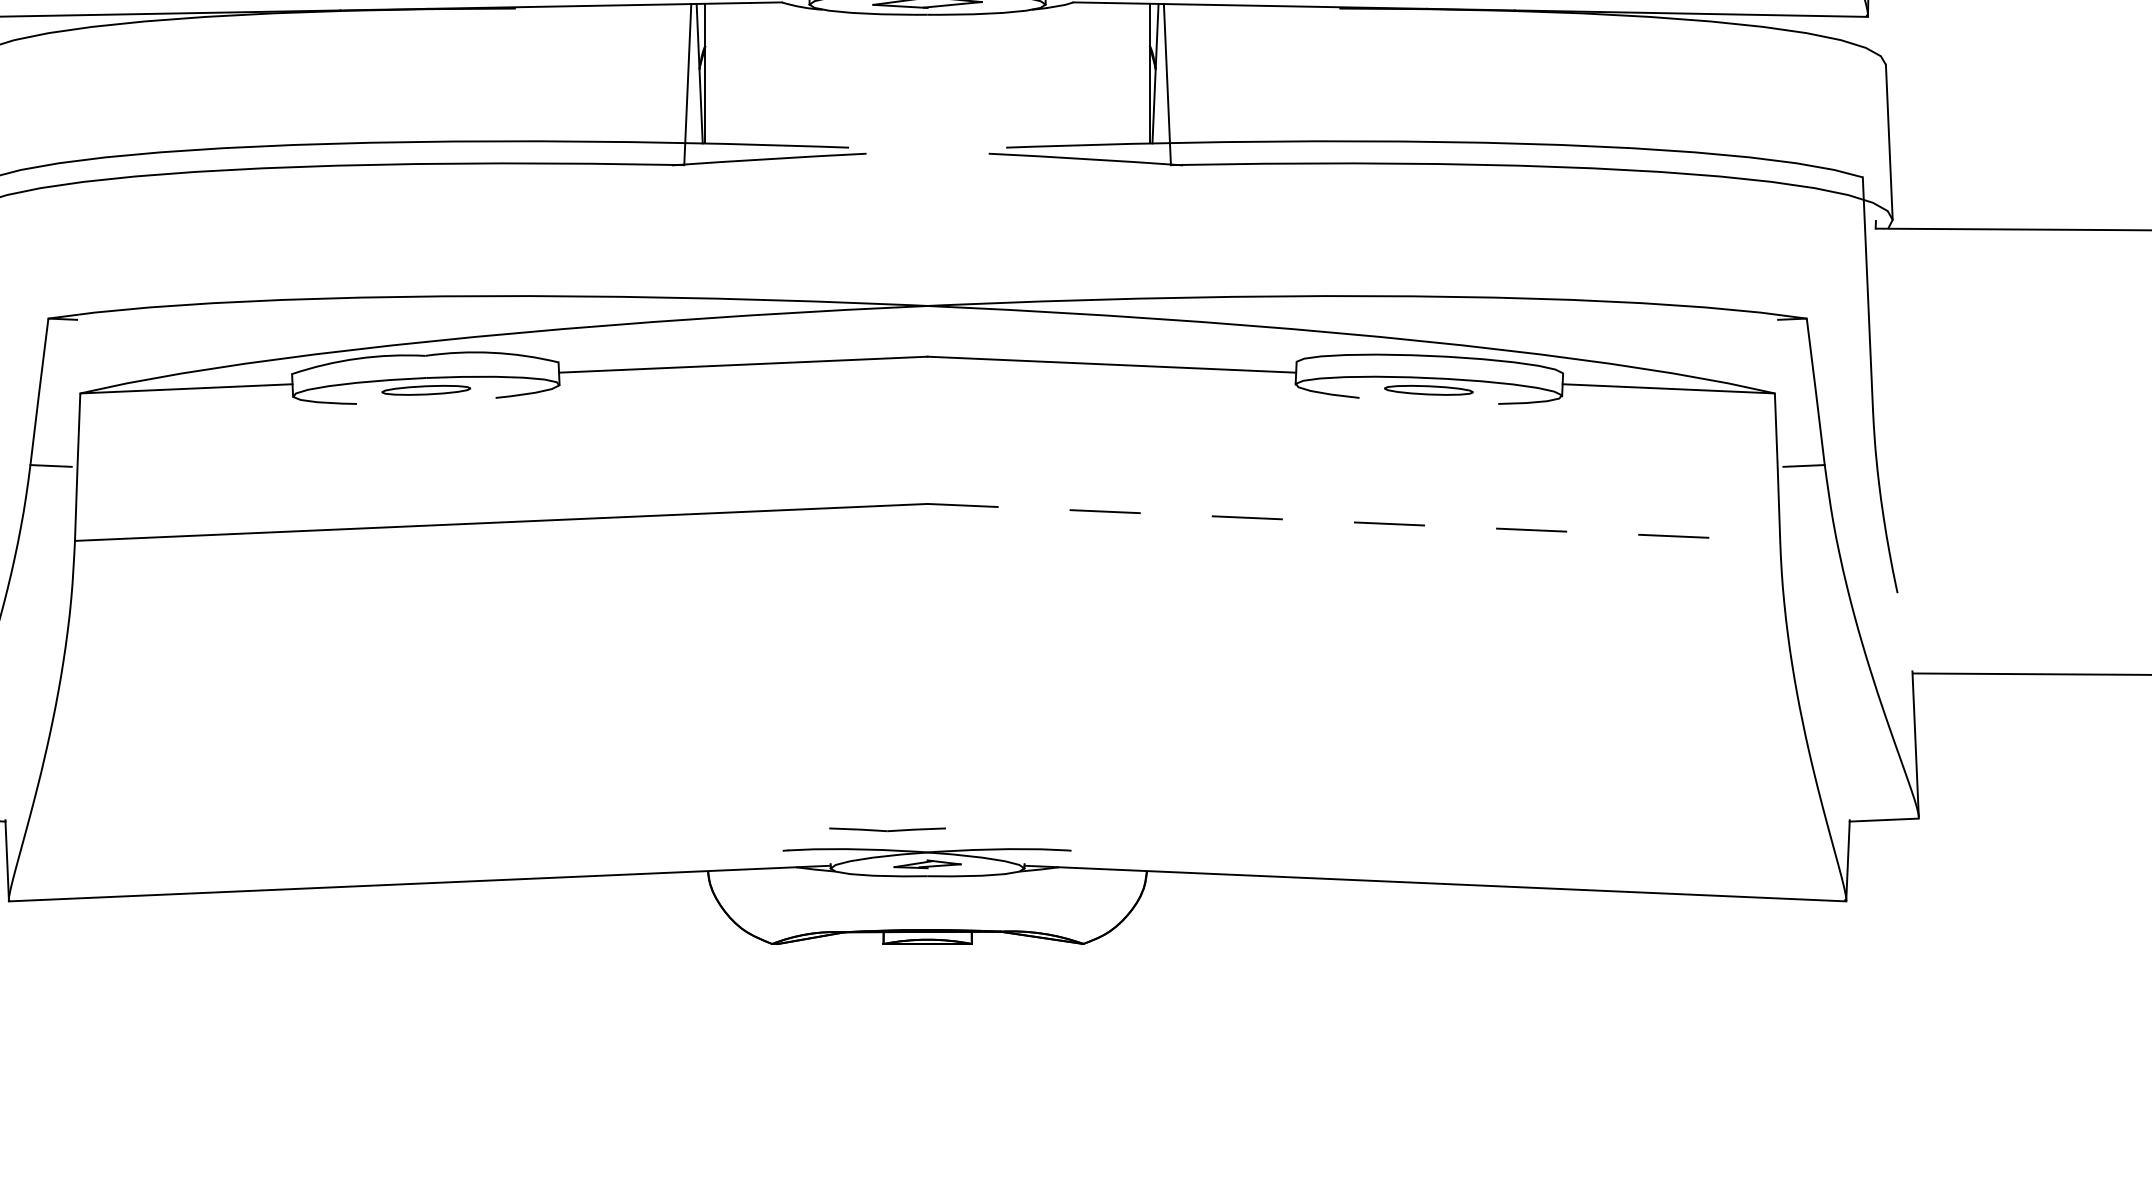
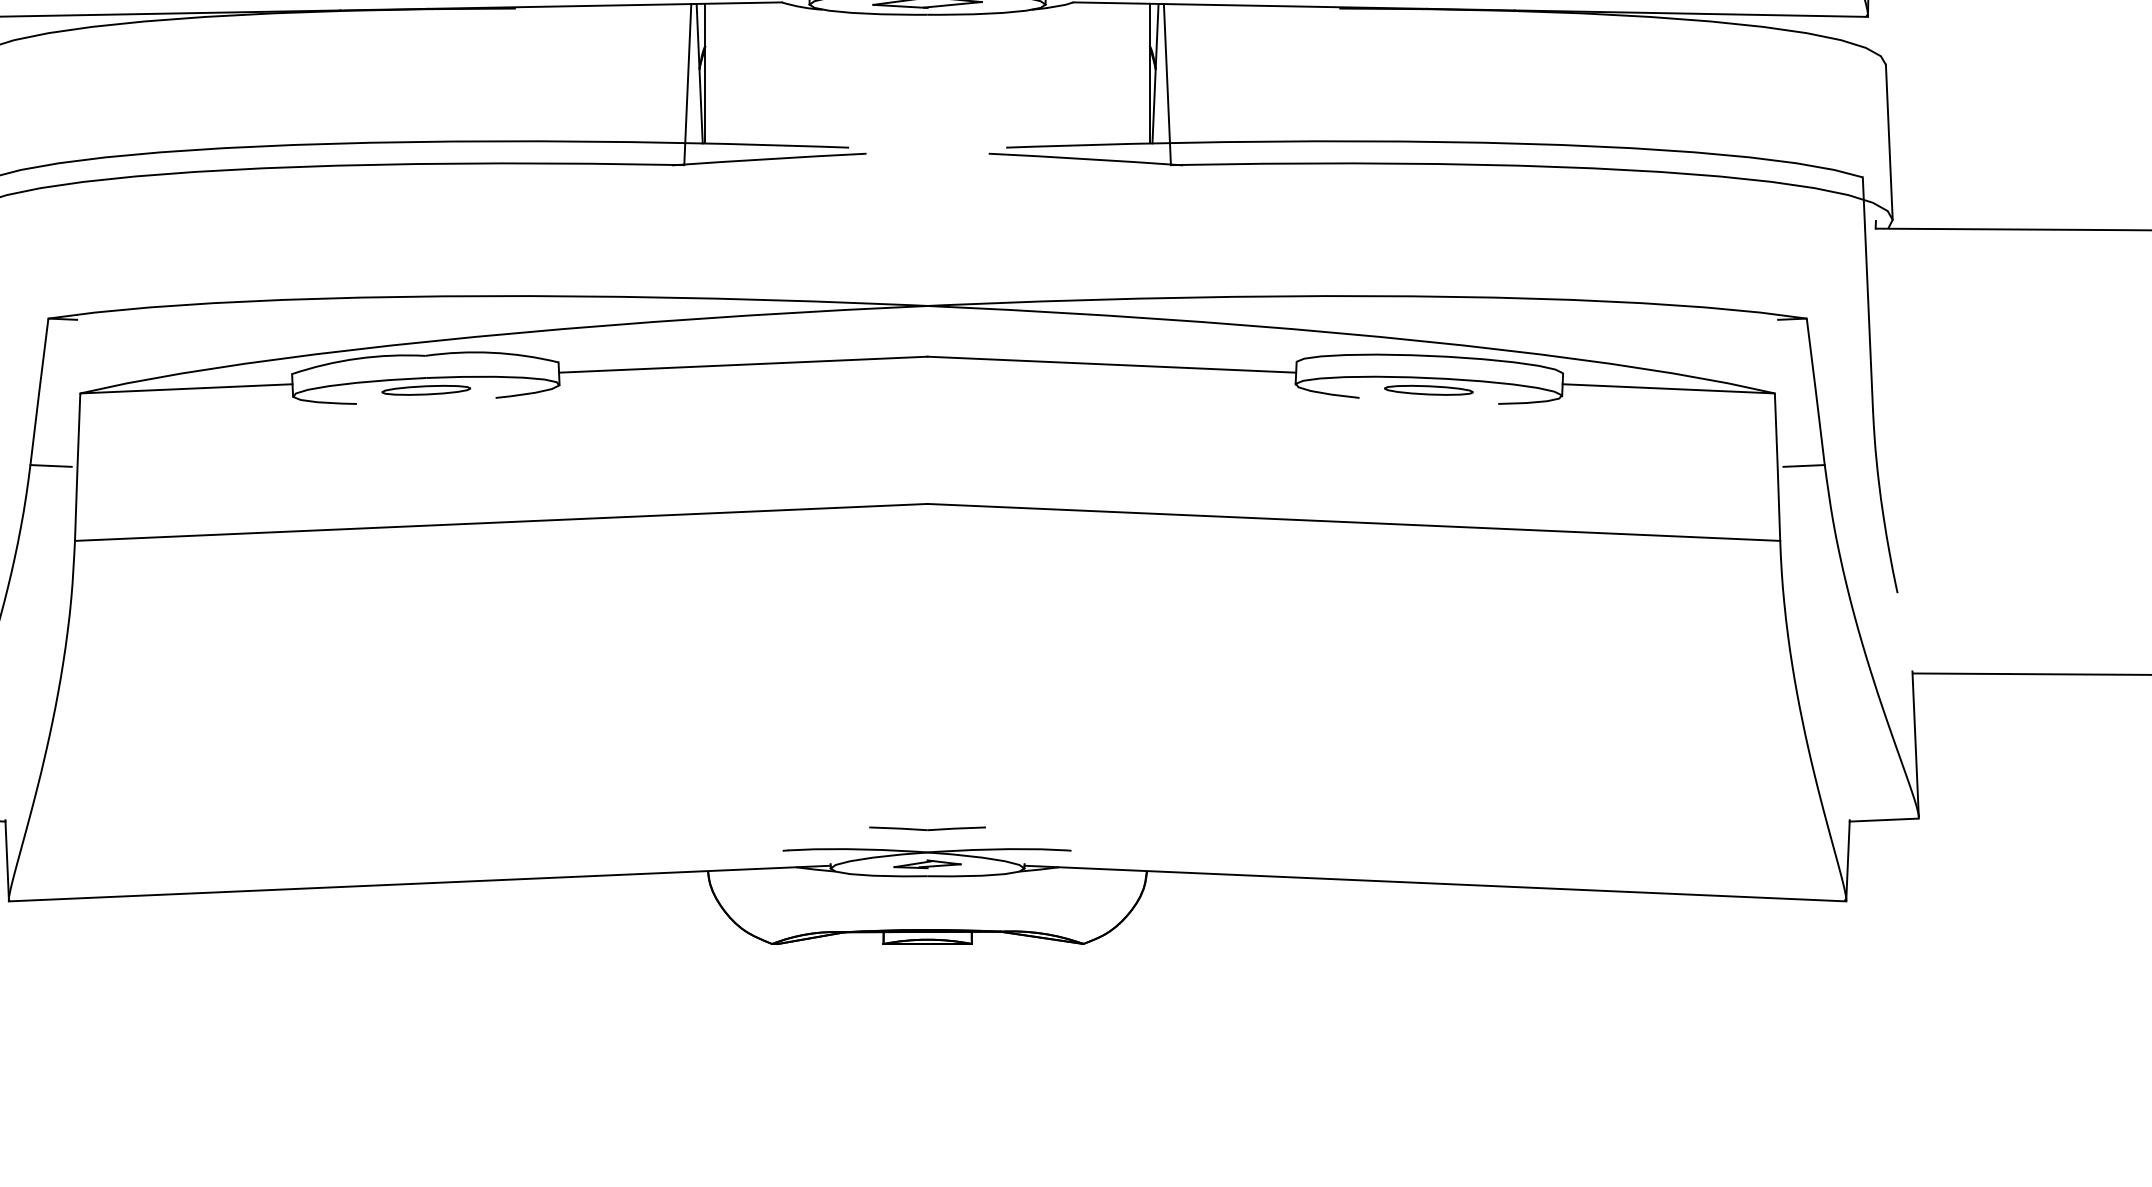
line at (1353, 522): dashed -> solid
part at (887, 829) position: (887, 829) -> (927, 828)
